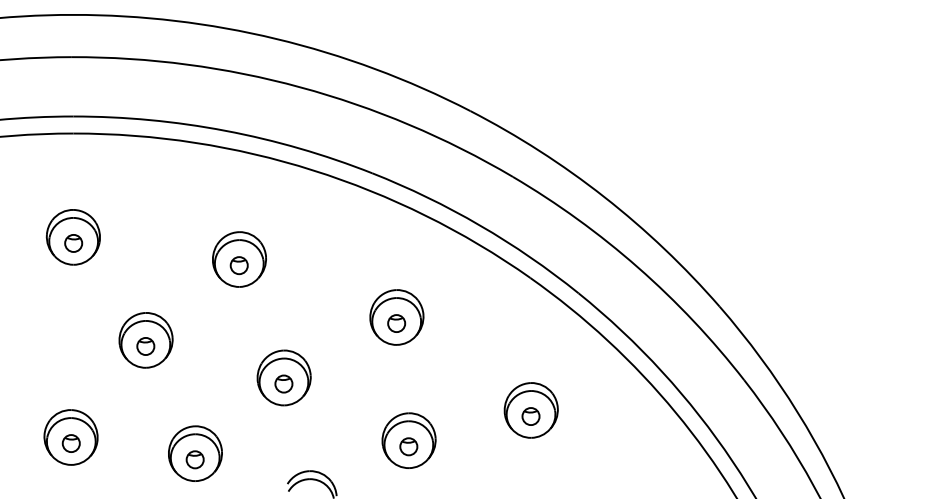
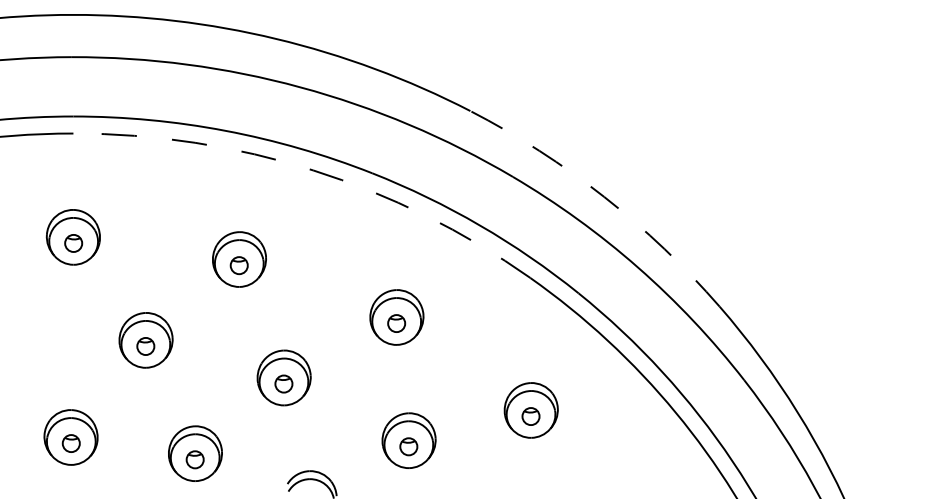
arc at (313, 170): solid -> dashed
arc at (604, 197): solid -> dashed
